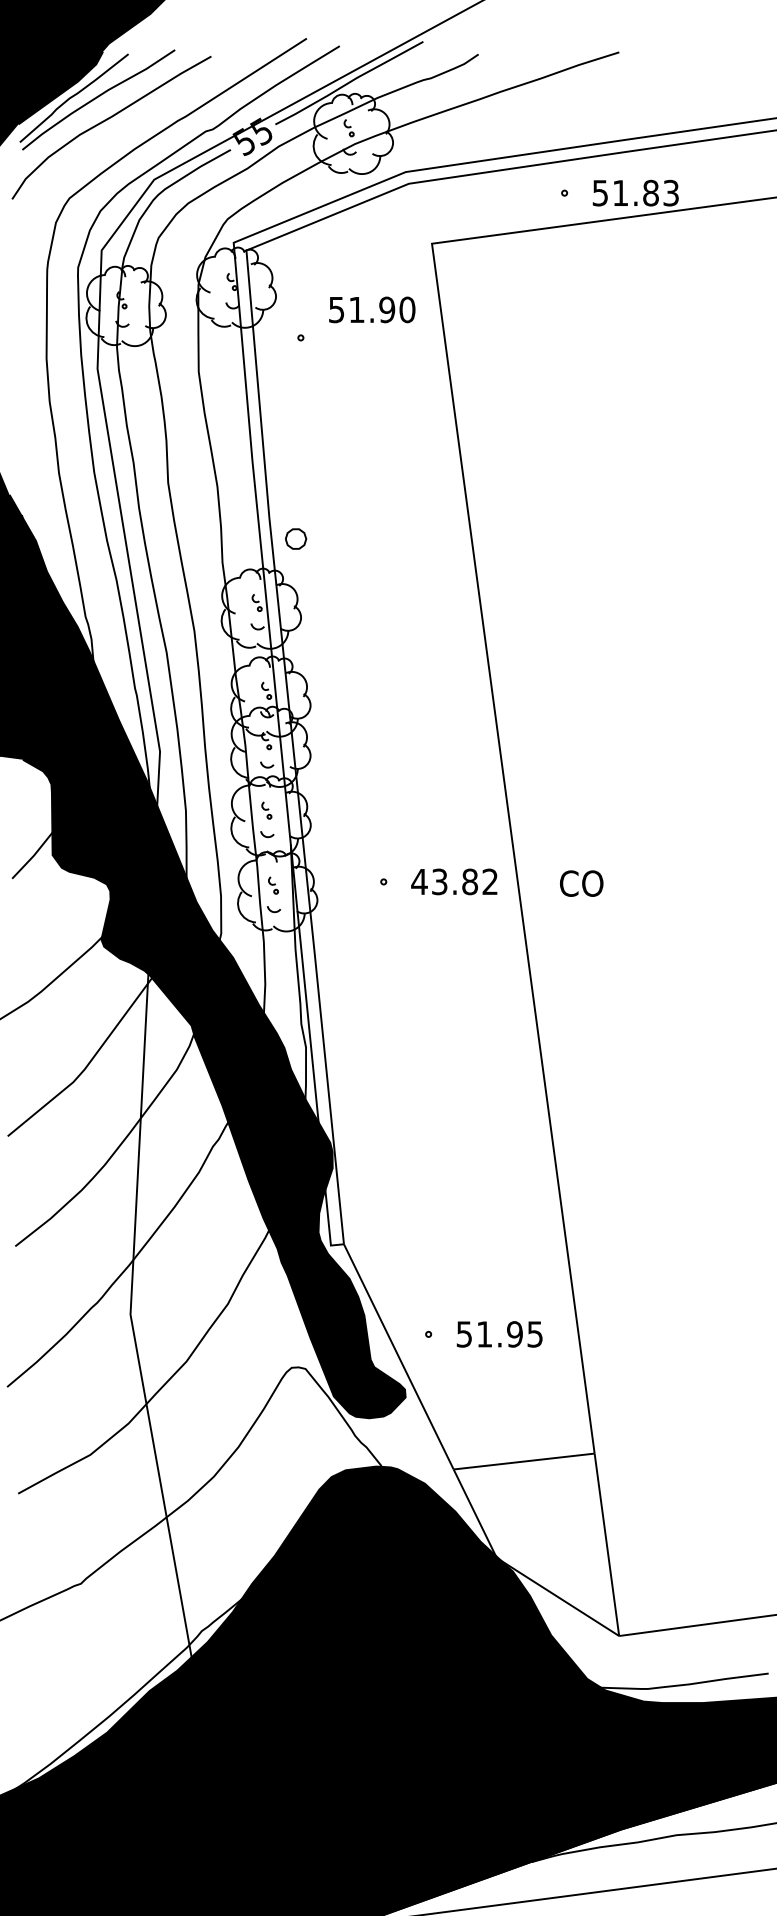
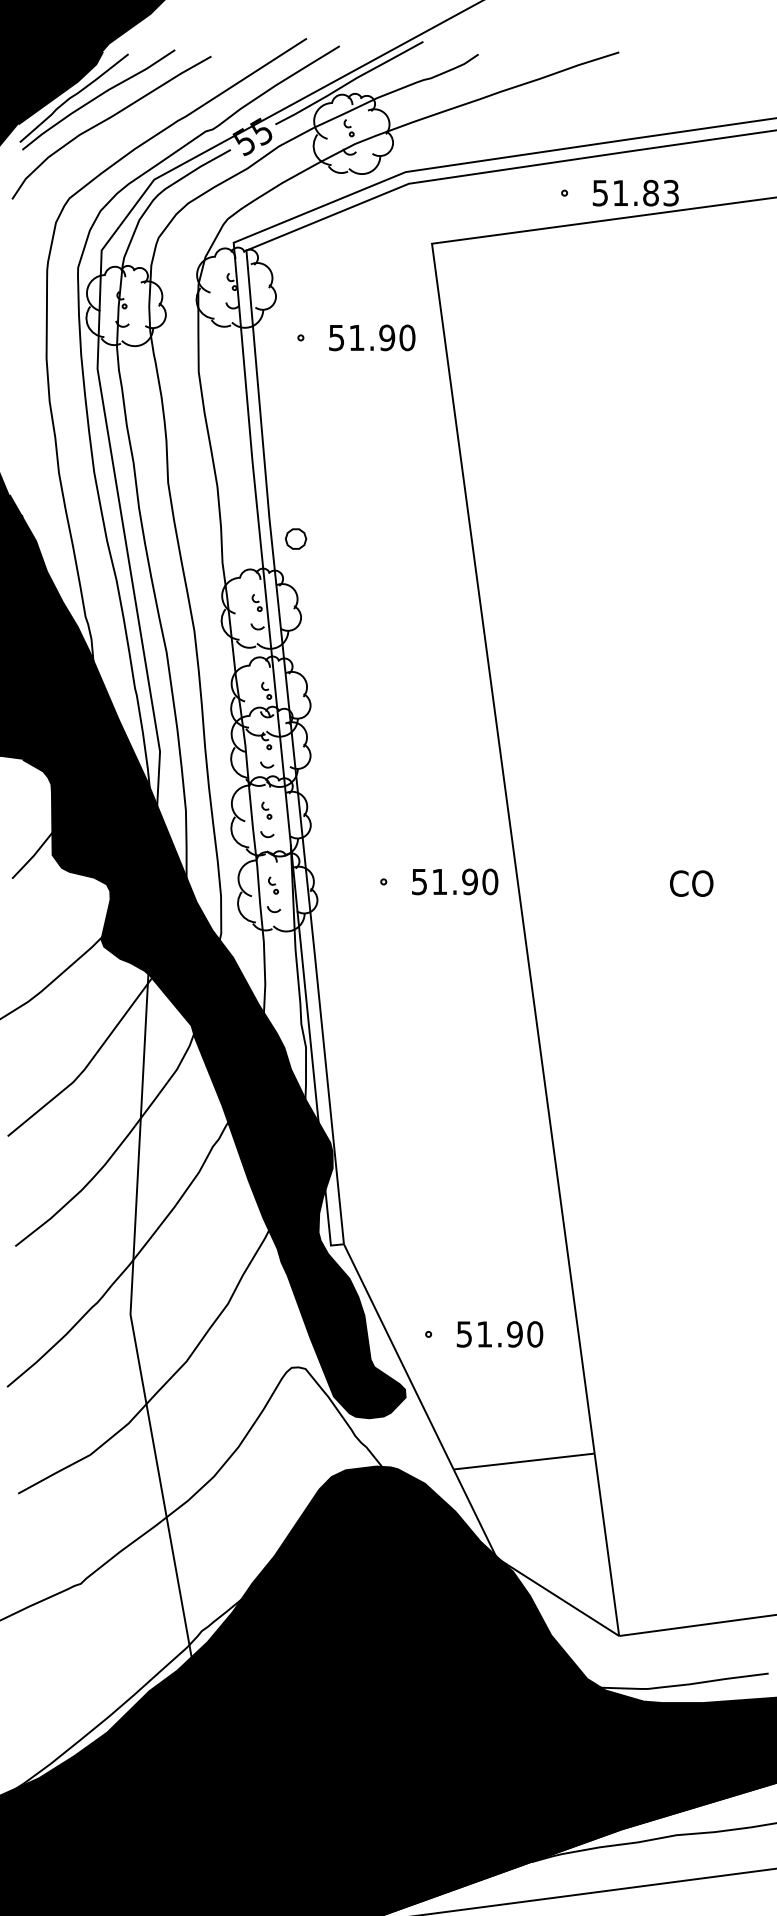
text at (372, 309) position: (372, 309) -> (372, 337)
text at (454, 881): 43.82 -> 51.90
text at (581, 883) position: (581, 883) -> (691, 883)
text at (535, 1334): 51.95 -> 51.90
